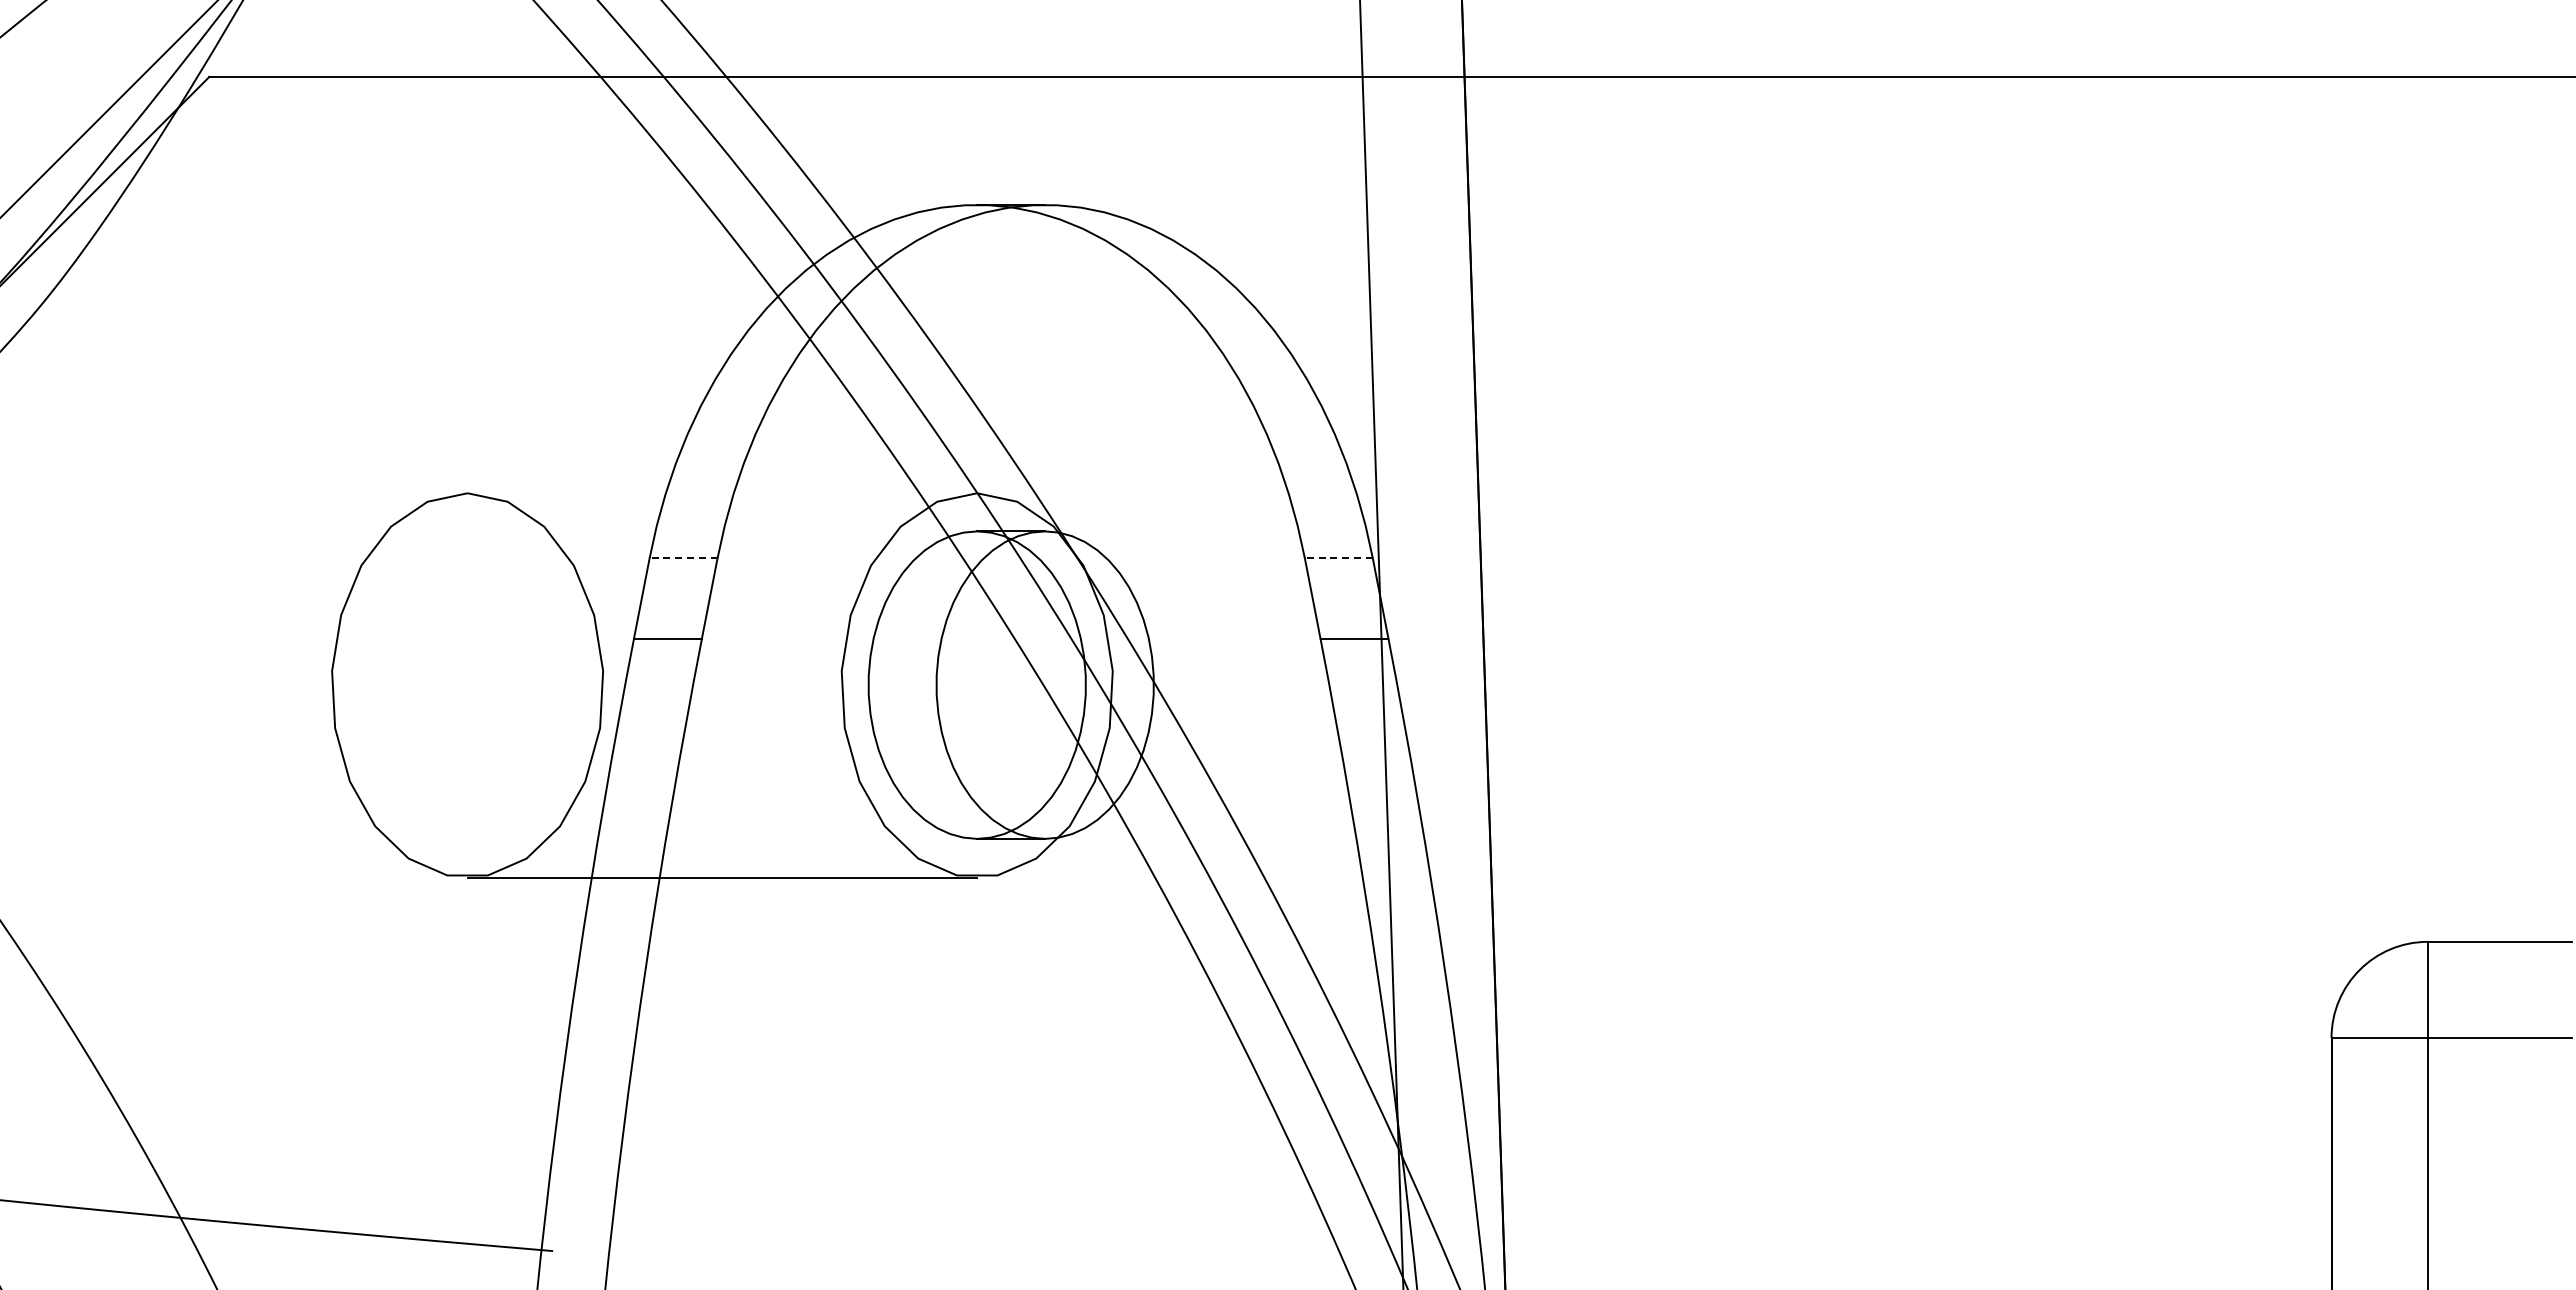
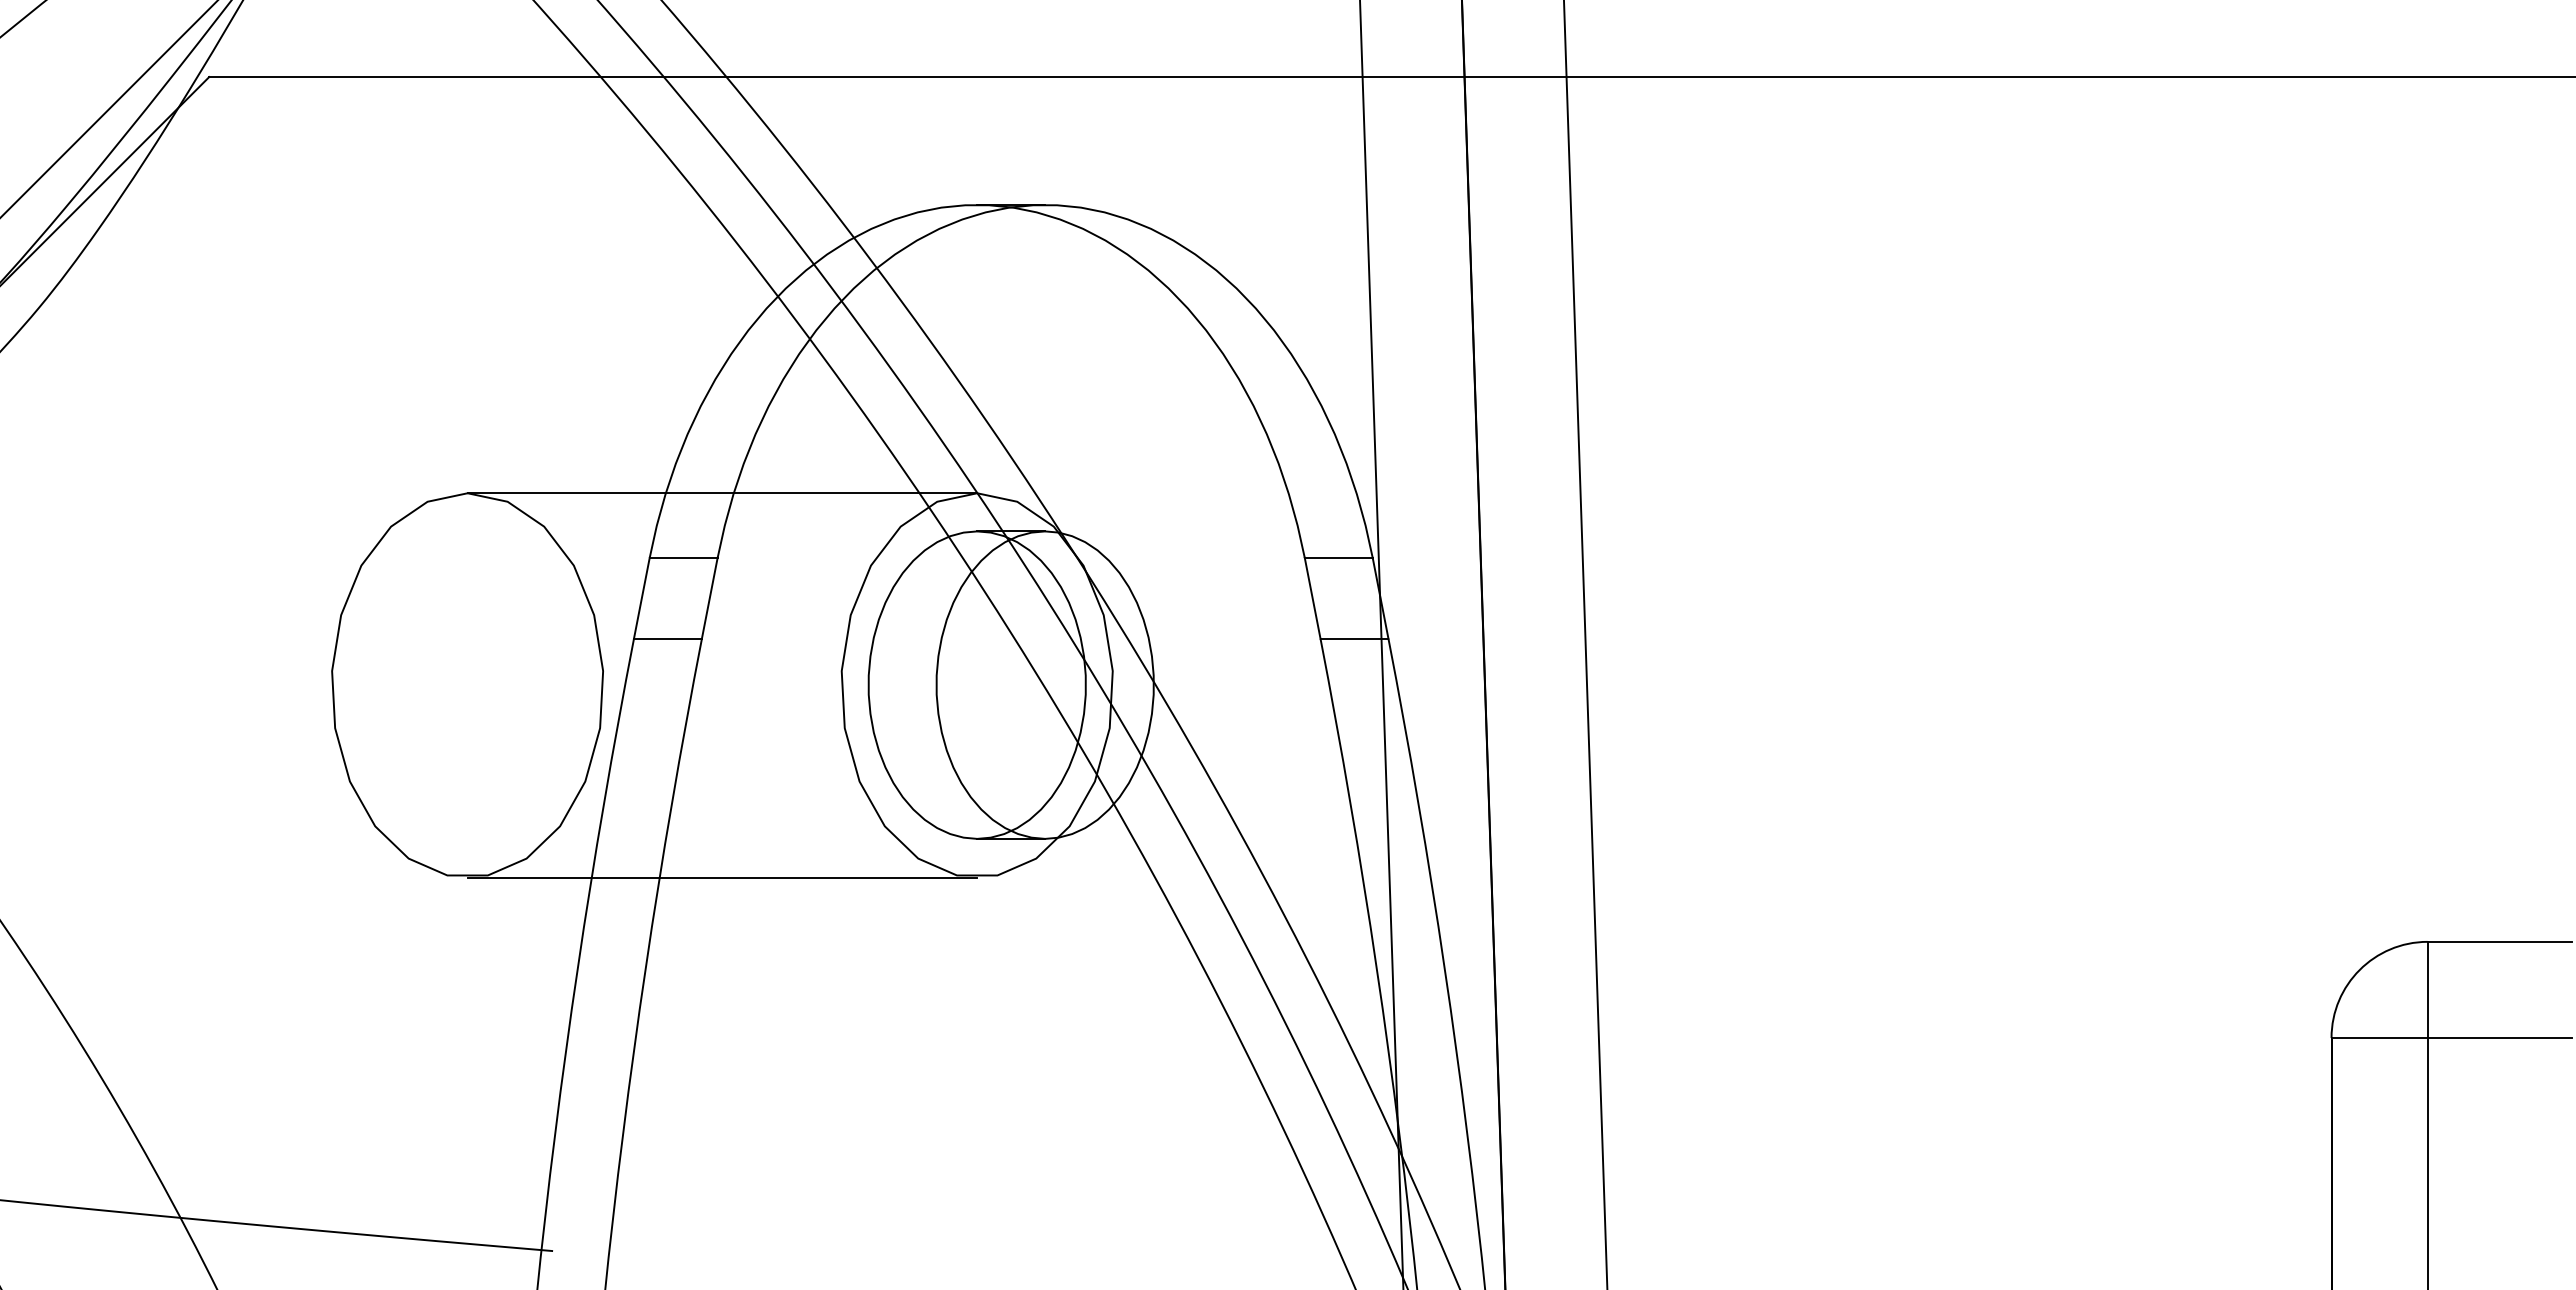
line at (722, 493): none -> present
line at (683, 557): dashed -> solid
line at (1338, 557): dashed -> solid
line at (1585, 644): none -> present
